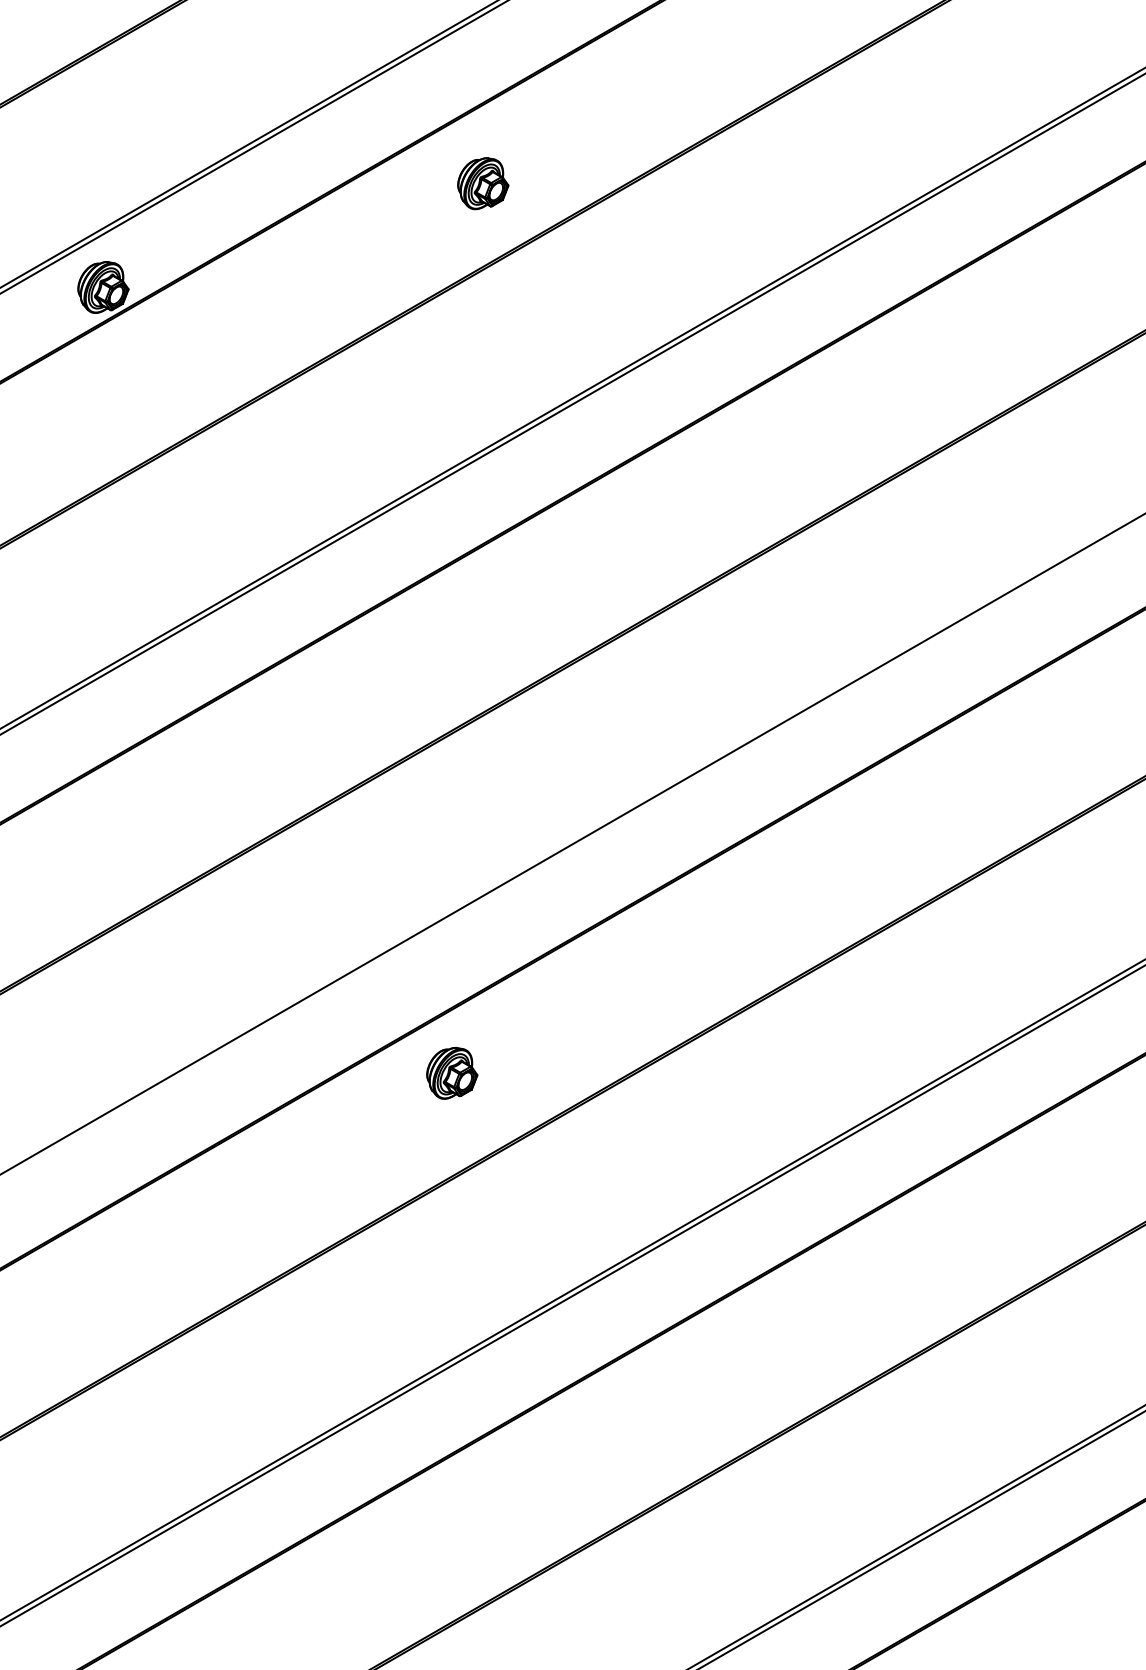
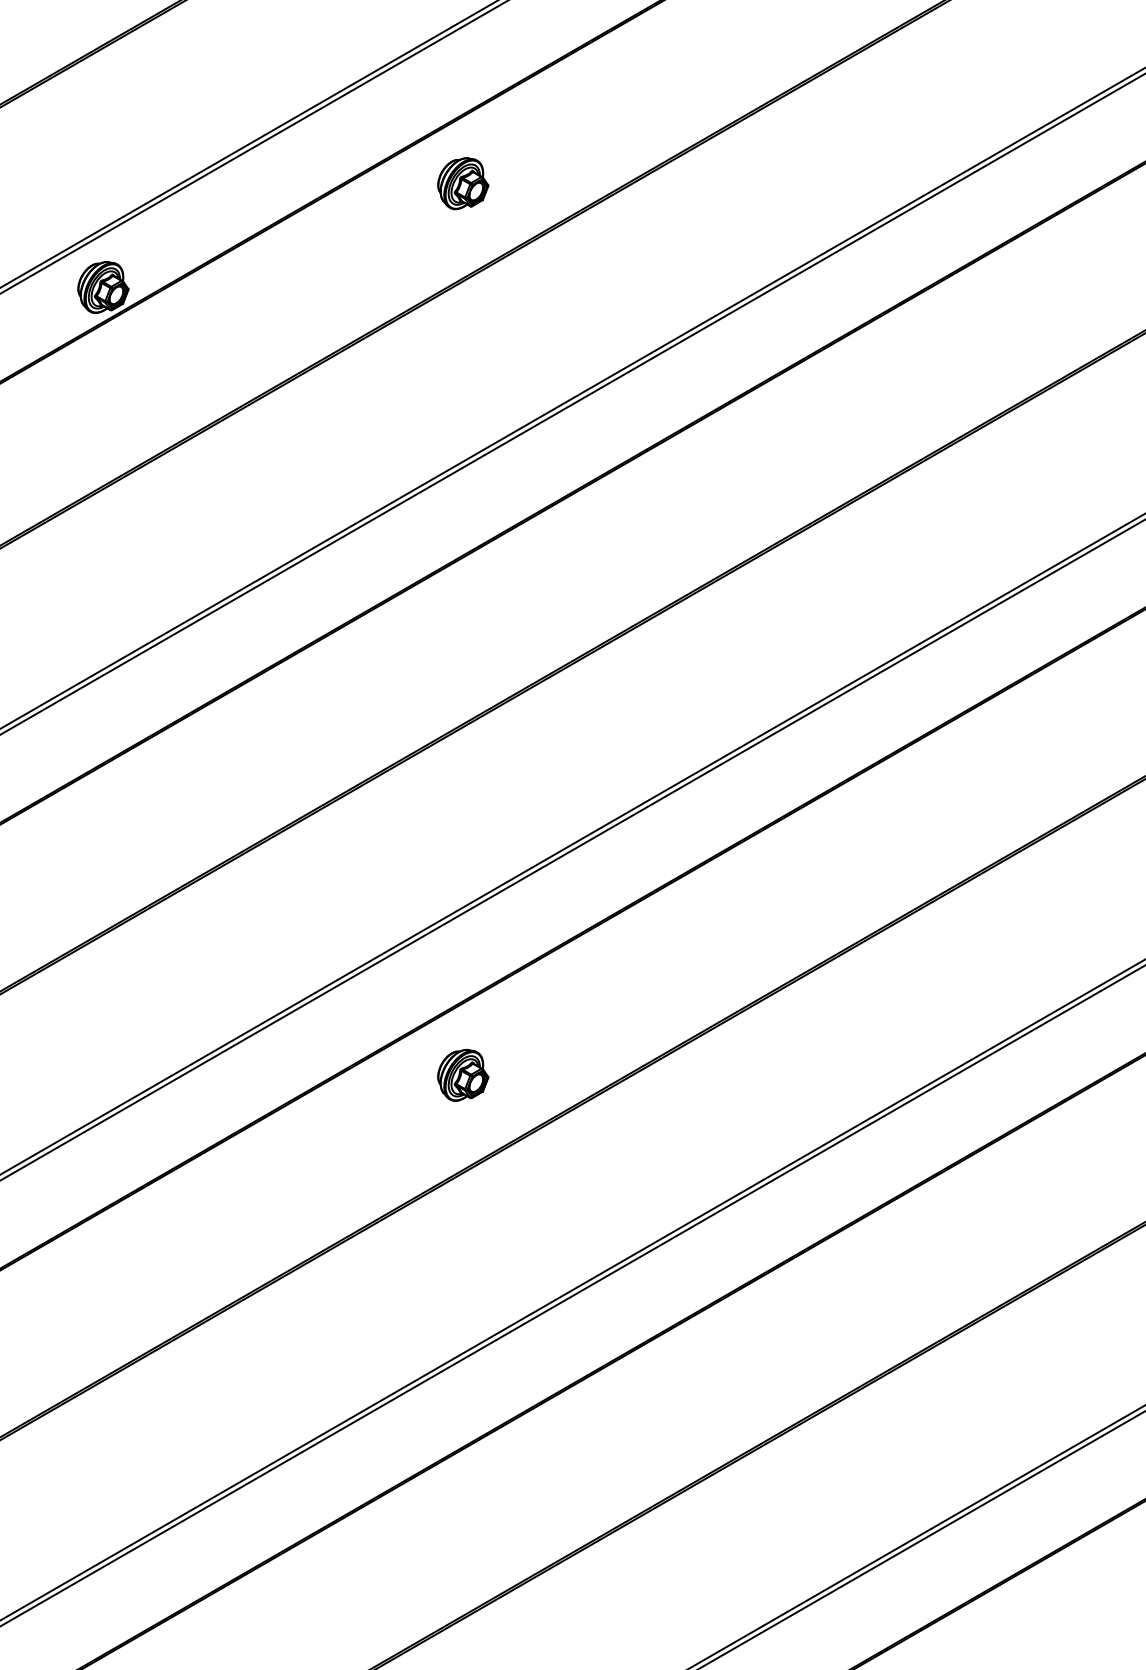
part at (483, 183) position: (483, 183) -> (463, 183)
line at (572, 850): none -> present
part at (452, 1072) position: (452, 1072) -> (463, 1074)
